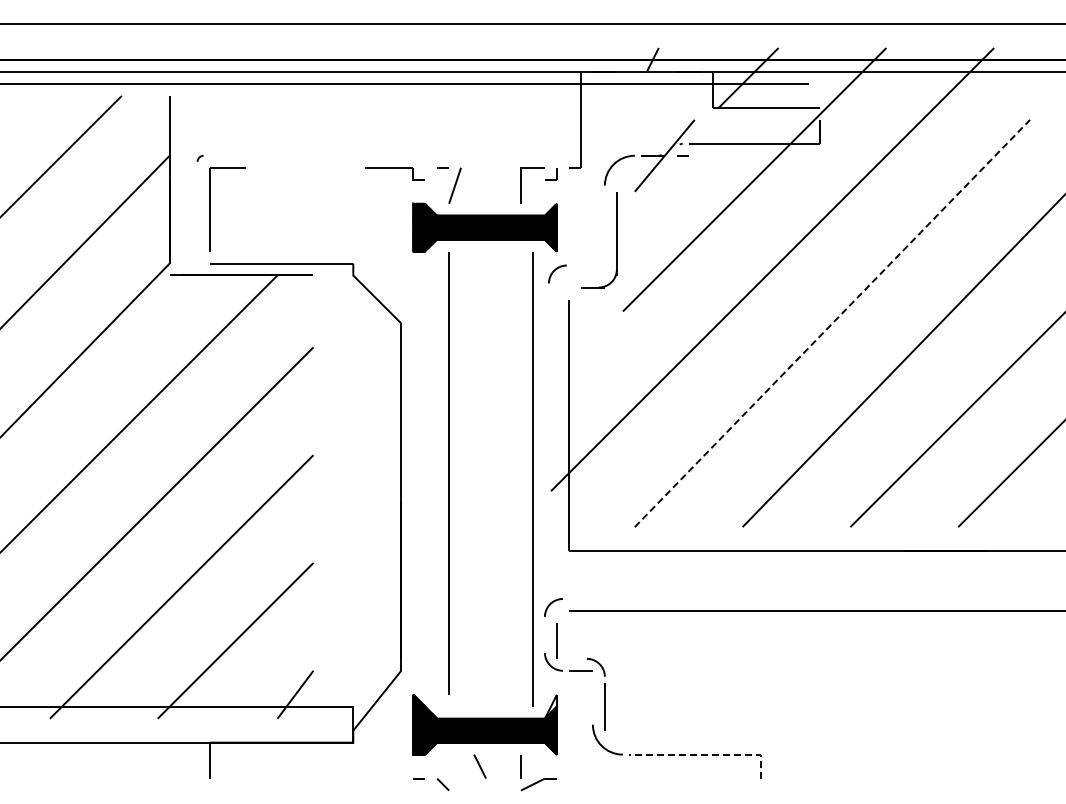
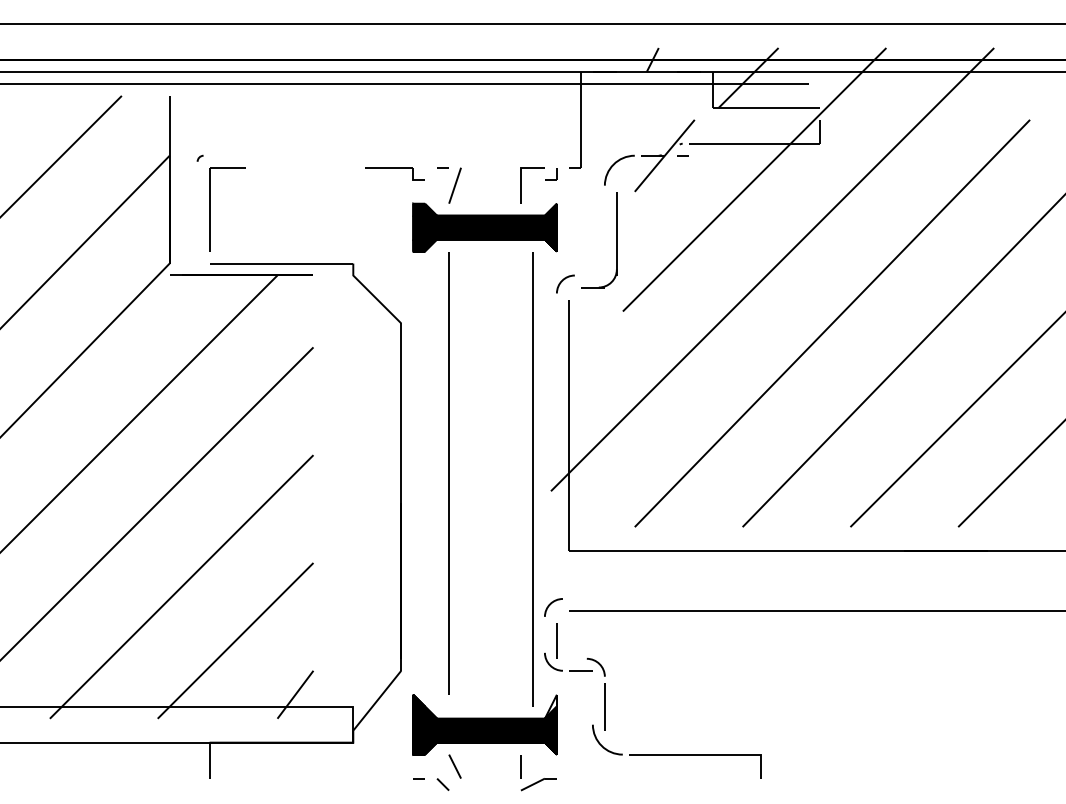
curve at (556, 270) position: (556, 270) -> (564, 280)
line at (832, 323): dashed -> solid
line at (706, 754): dashed -> solid
line at (479, 766) position: (479, 766) -> (454, 766)
